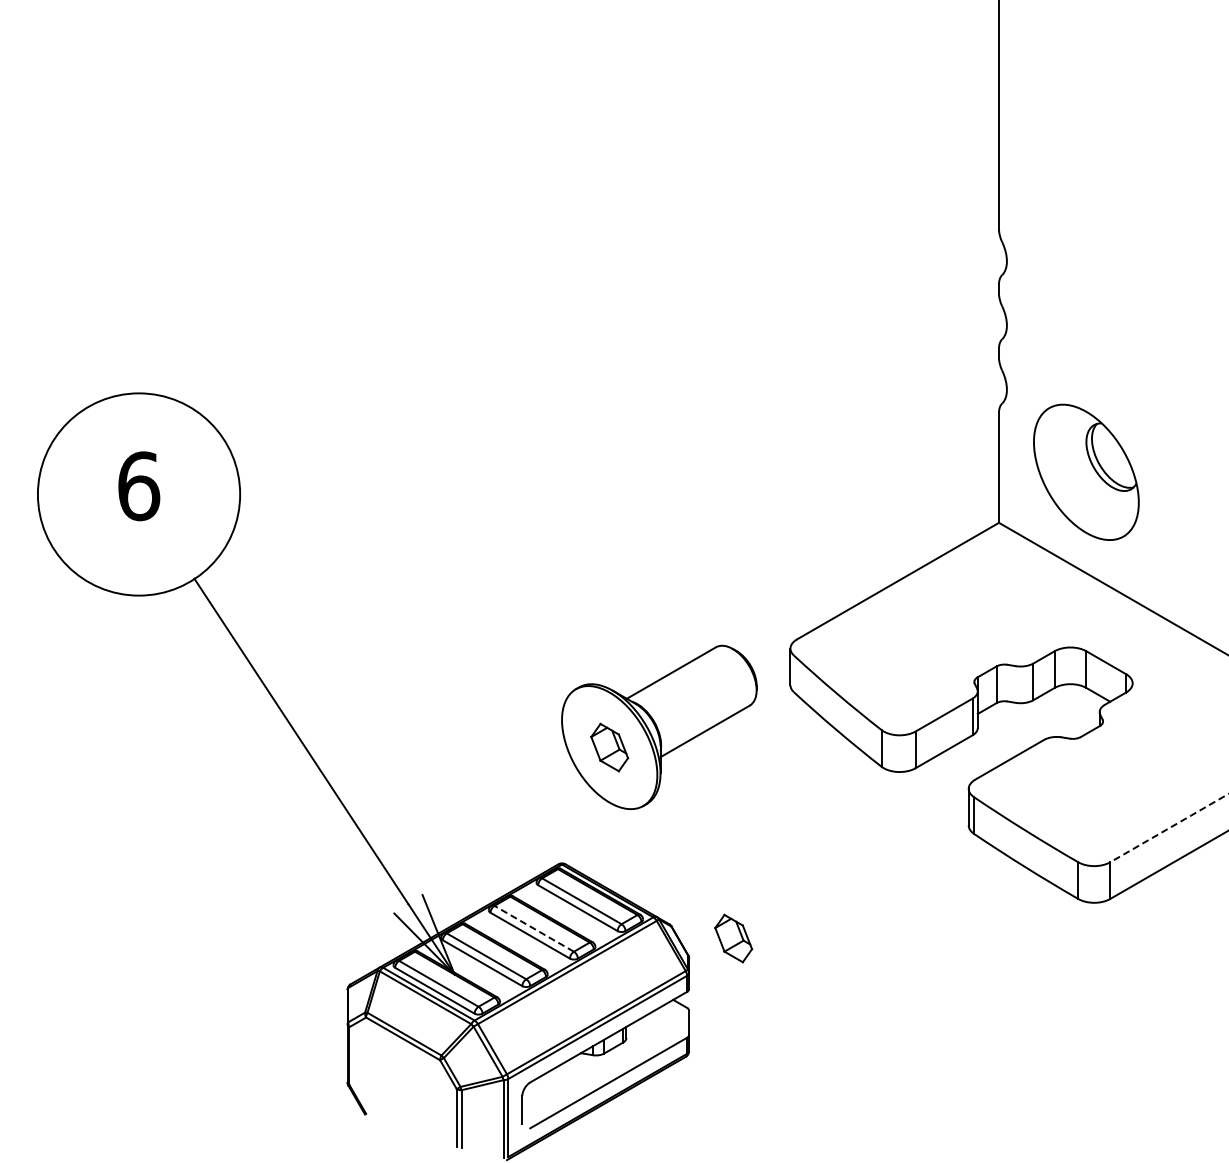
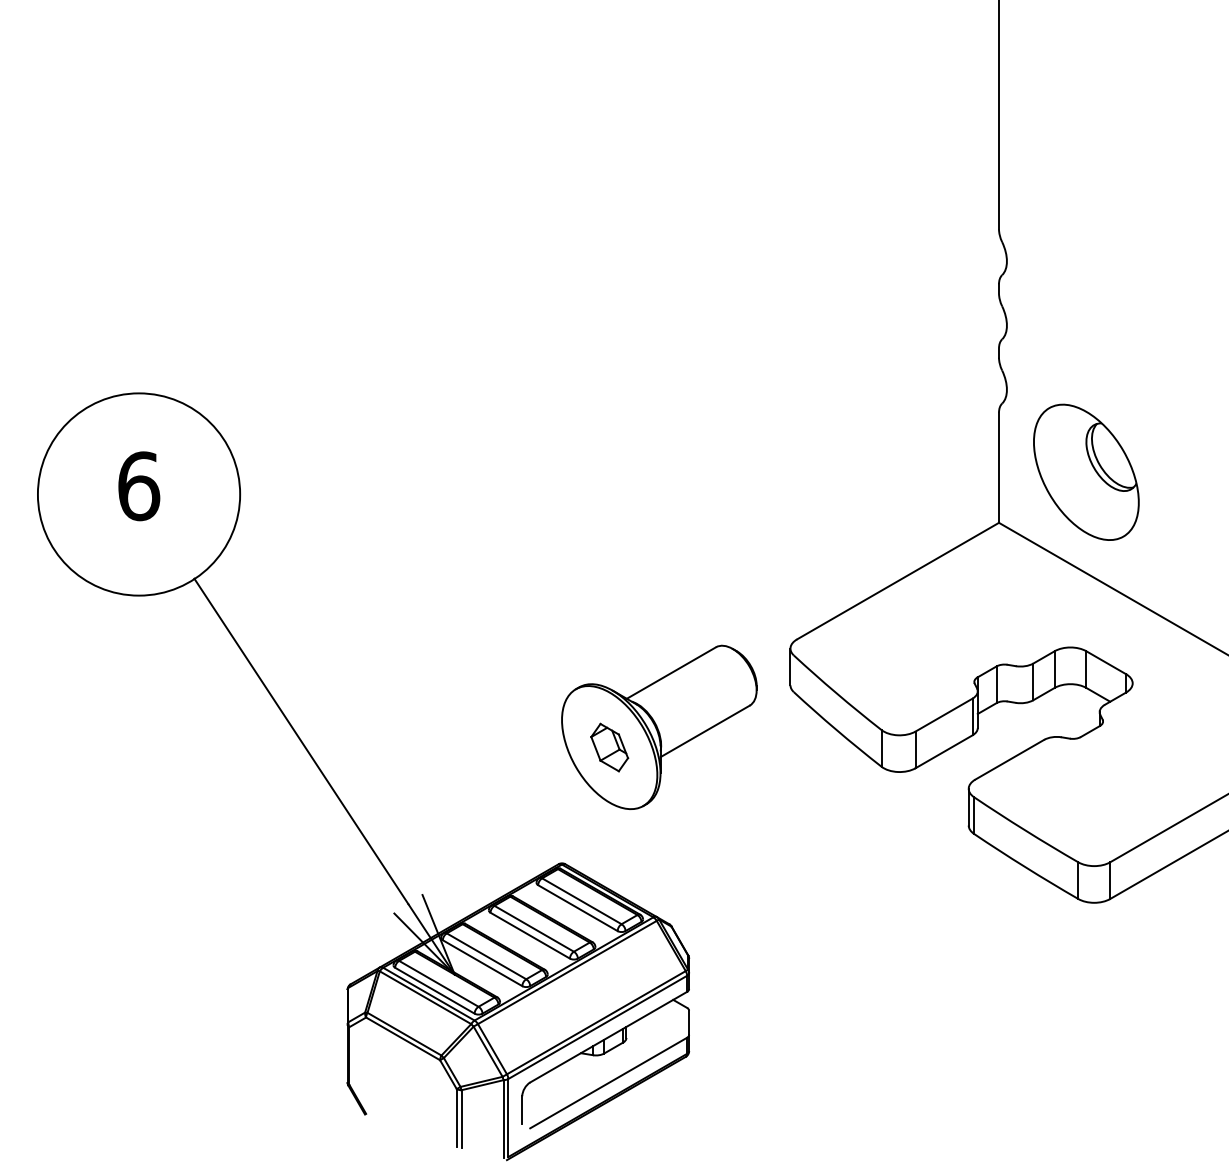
line at (1168, 828): dashed -> solid
line at (534, 928): dashed -> solid
part at (733, 938): present -> none
